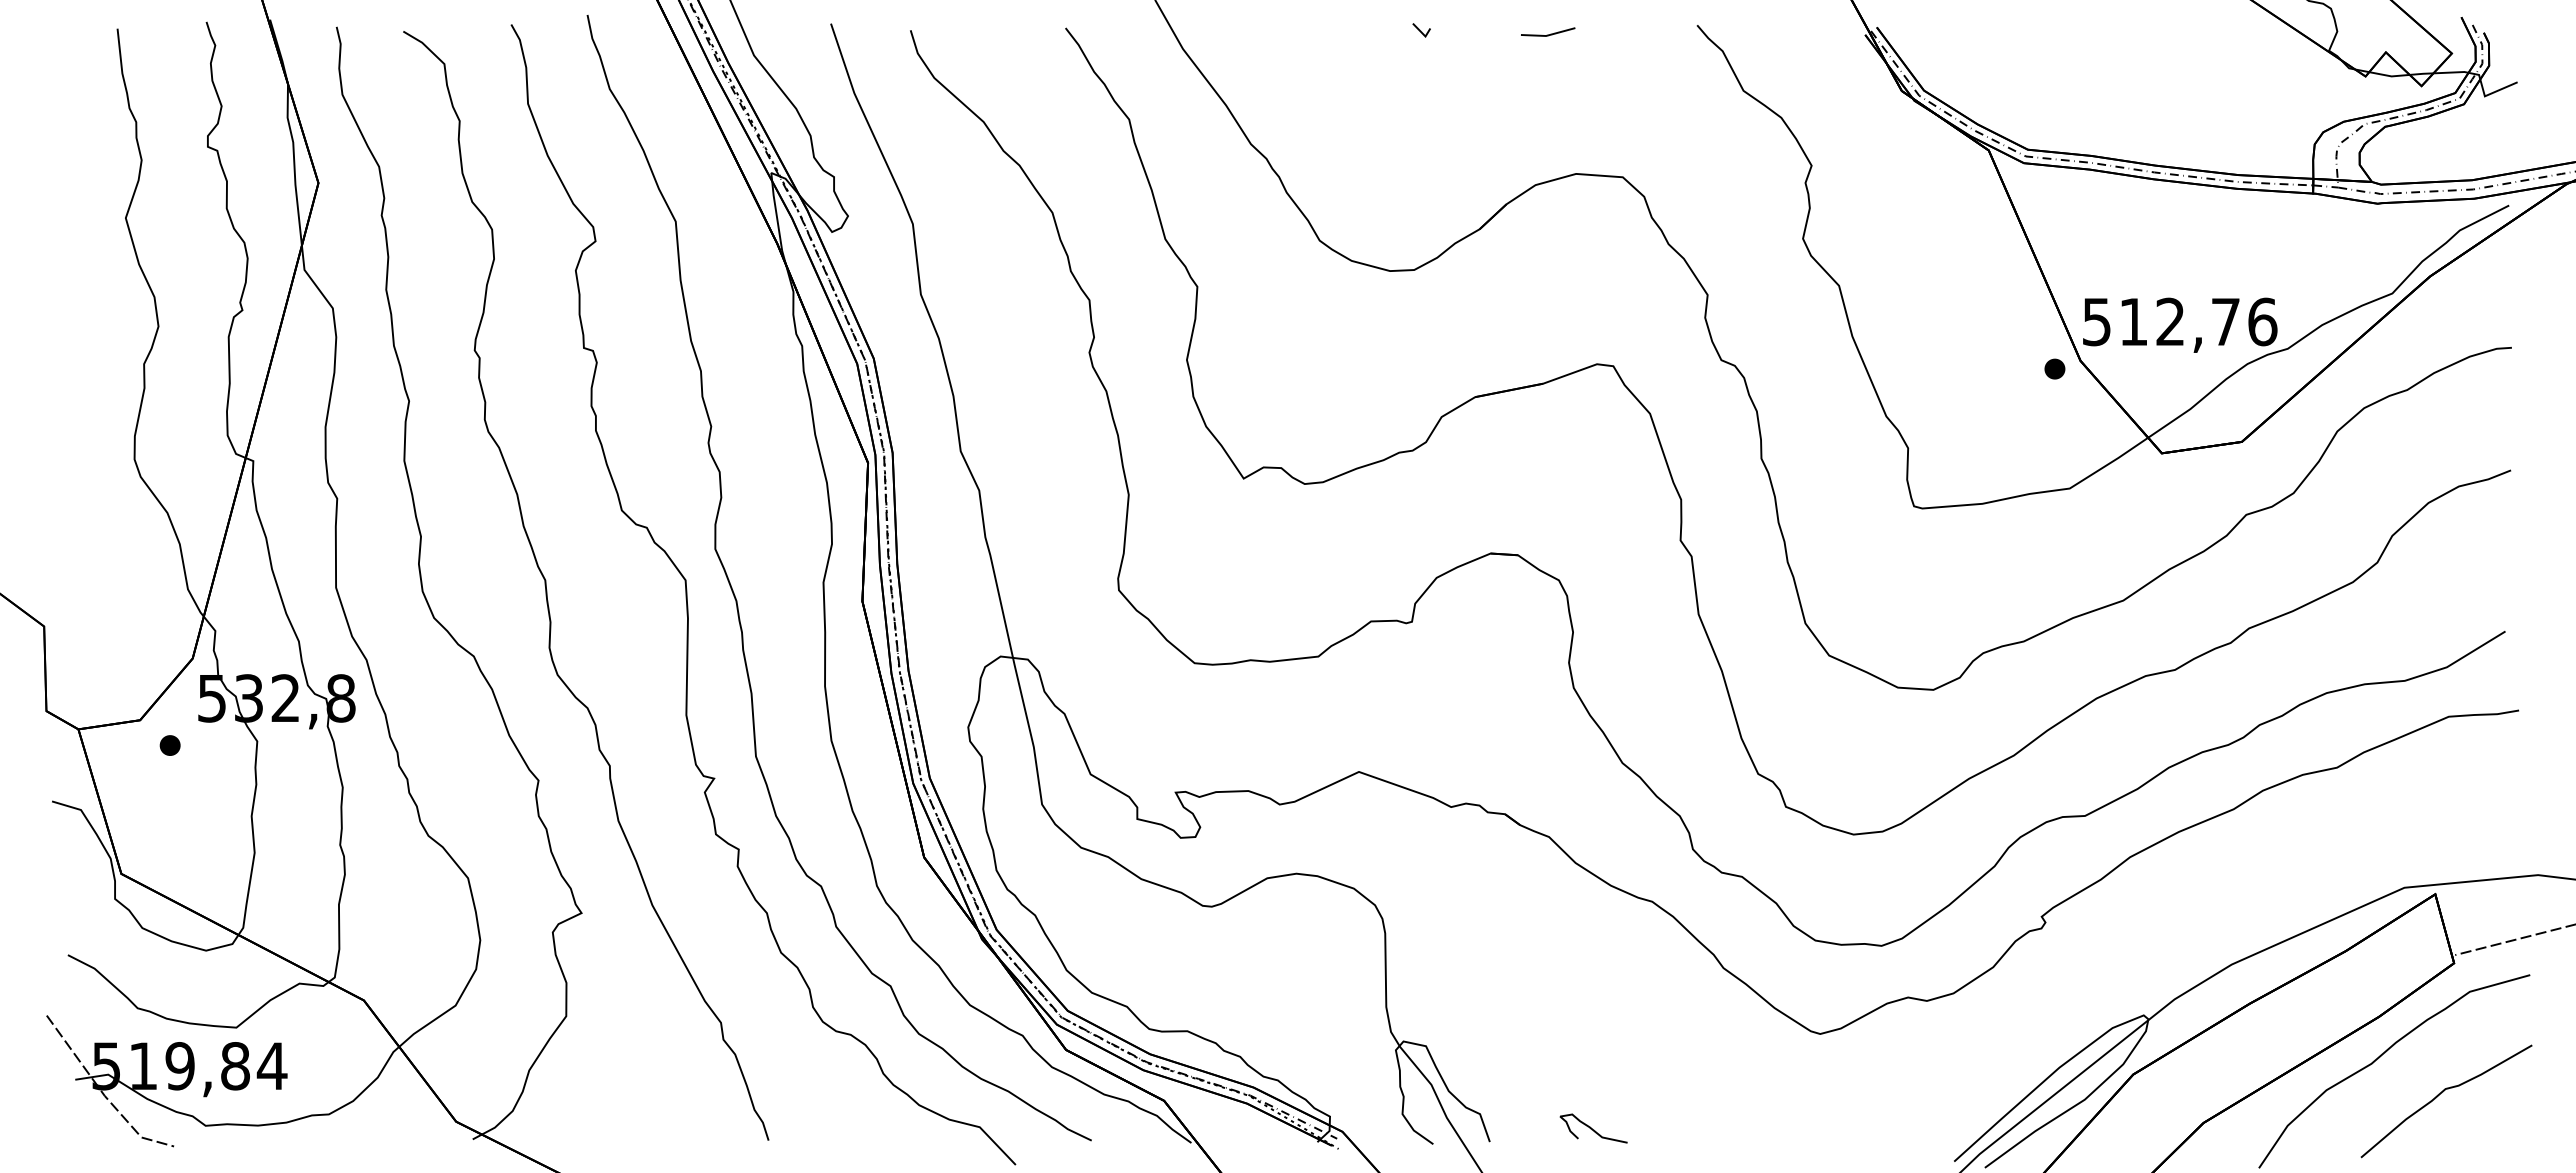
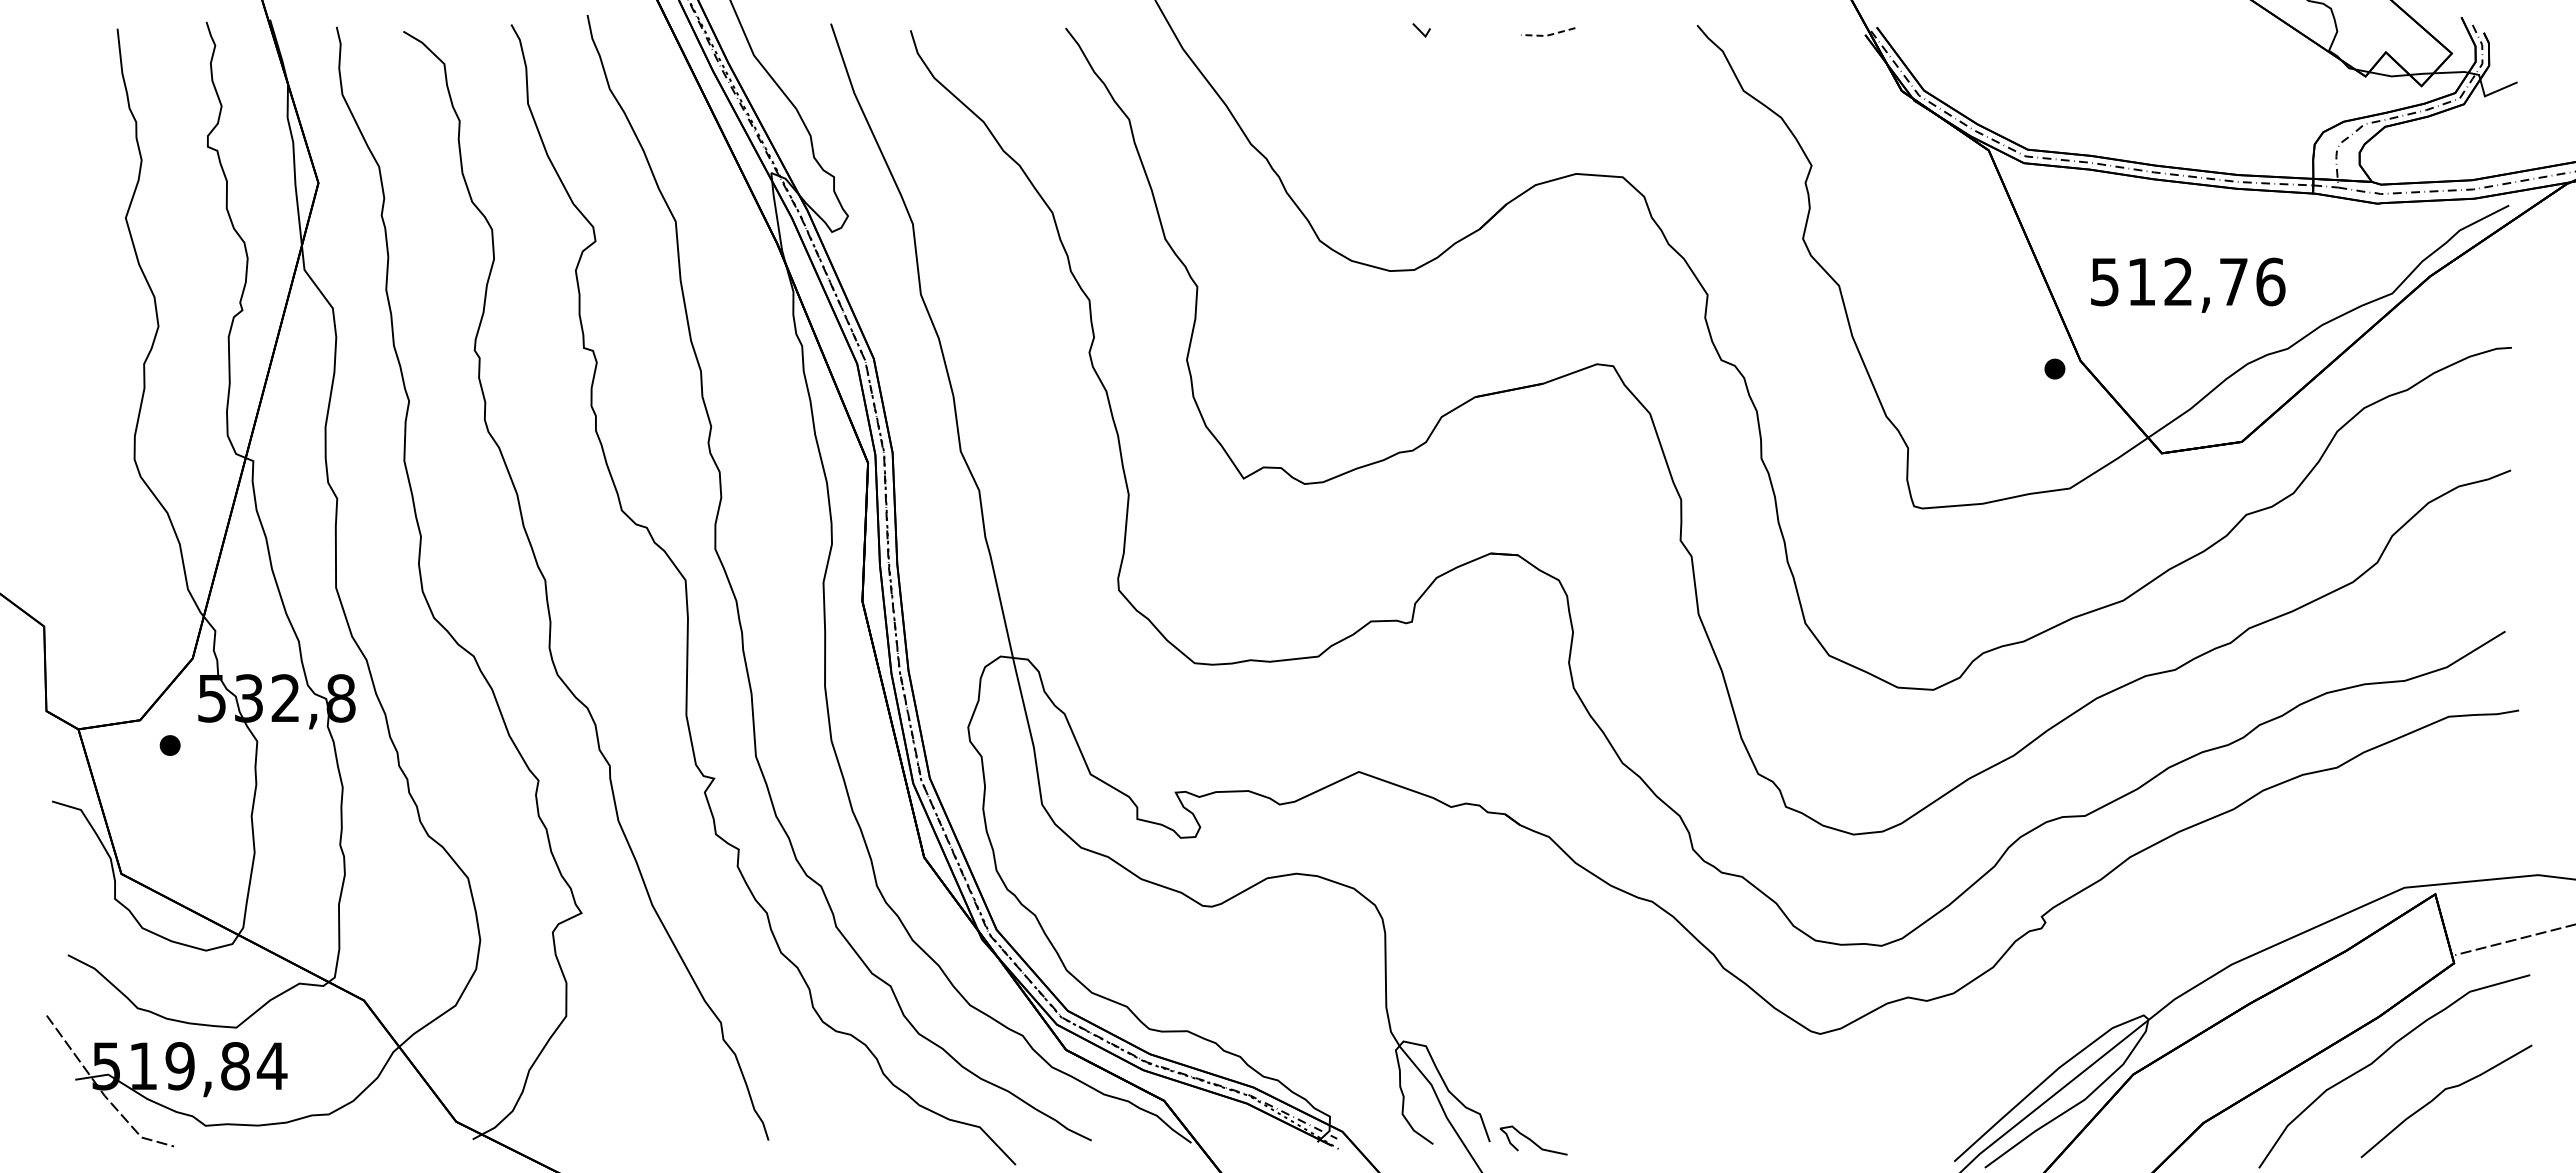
line at (1547, 35): solid -> dashed
text at (2180, 324) position: (2180, 324) -> (2188, 284)
curve at (1592, 1128) position: (1592, 1128) -> (1532, 1140)
